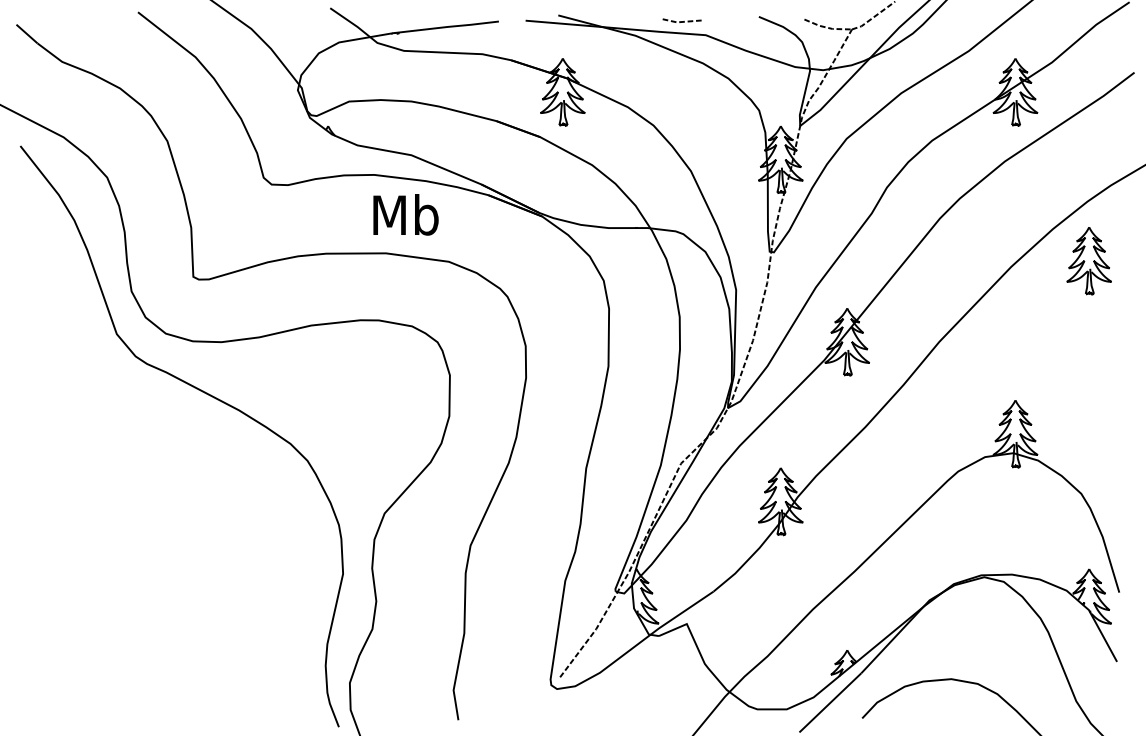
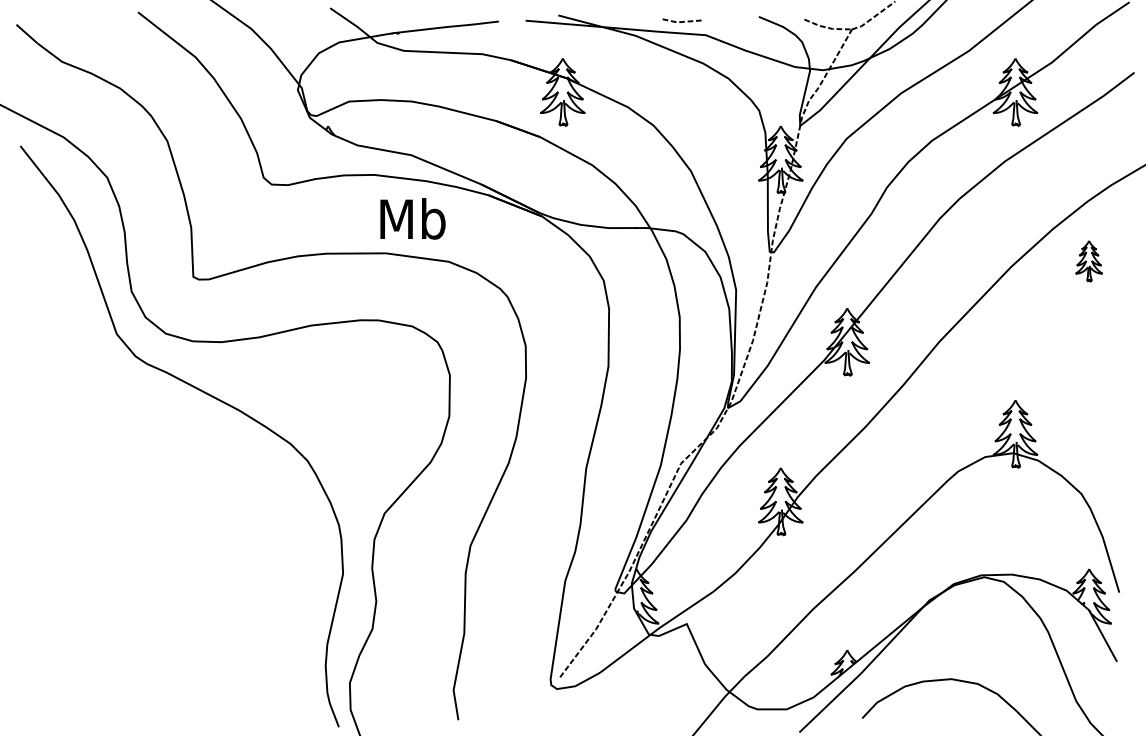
text at (405, 214) position: (405, 214) -> (412, 218)
part at (1088, 261) size: 46x69 px -> 28x43 px
